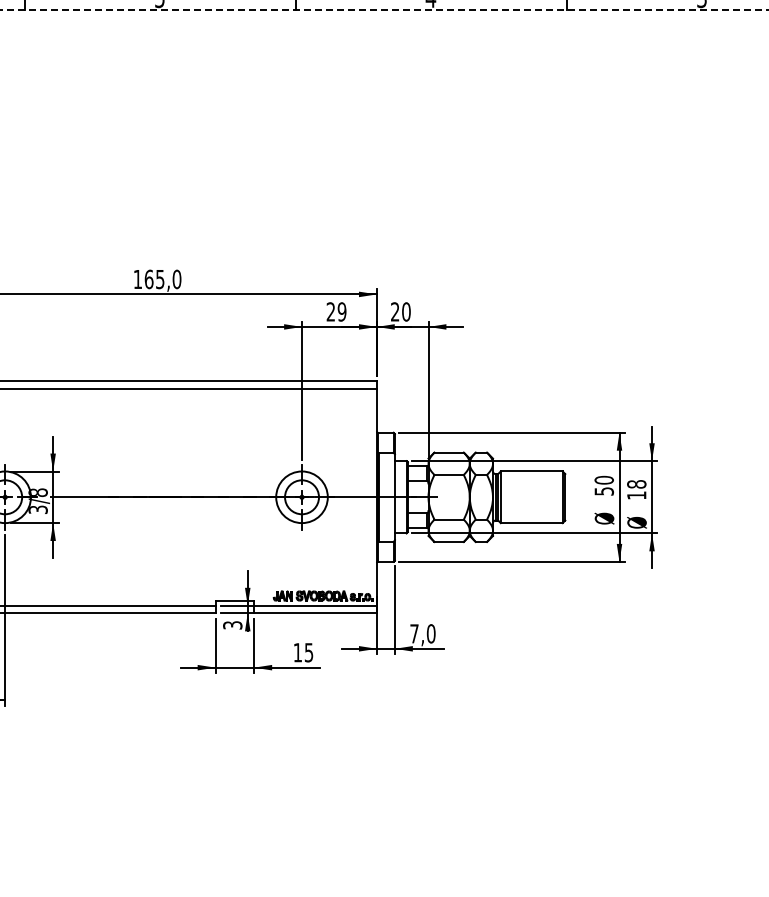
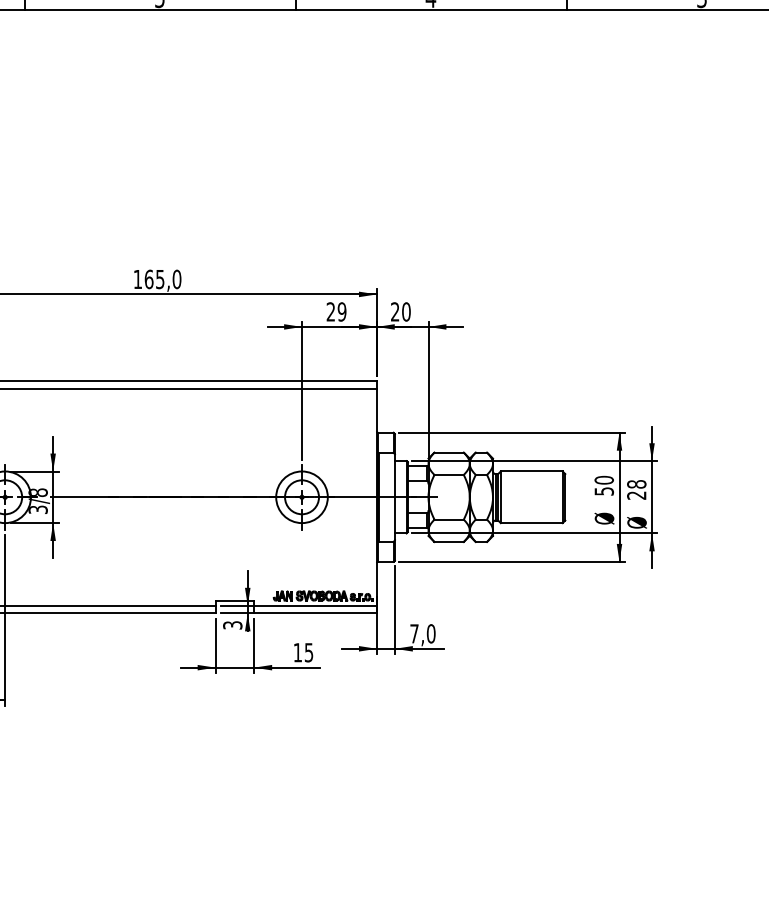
line at (384, 10): dashed -> solid
text at (636, 495): 18 -> 28
